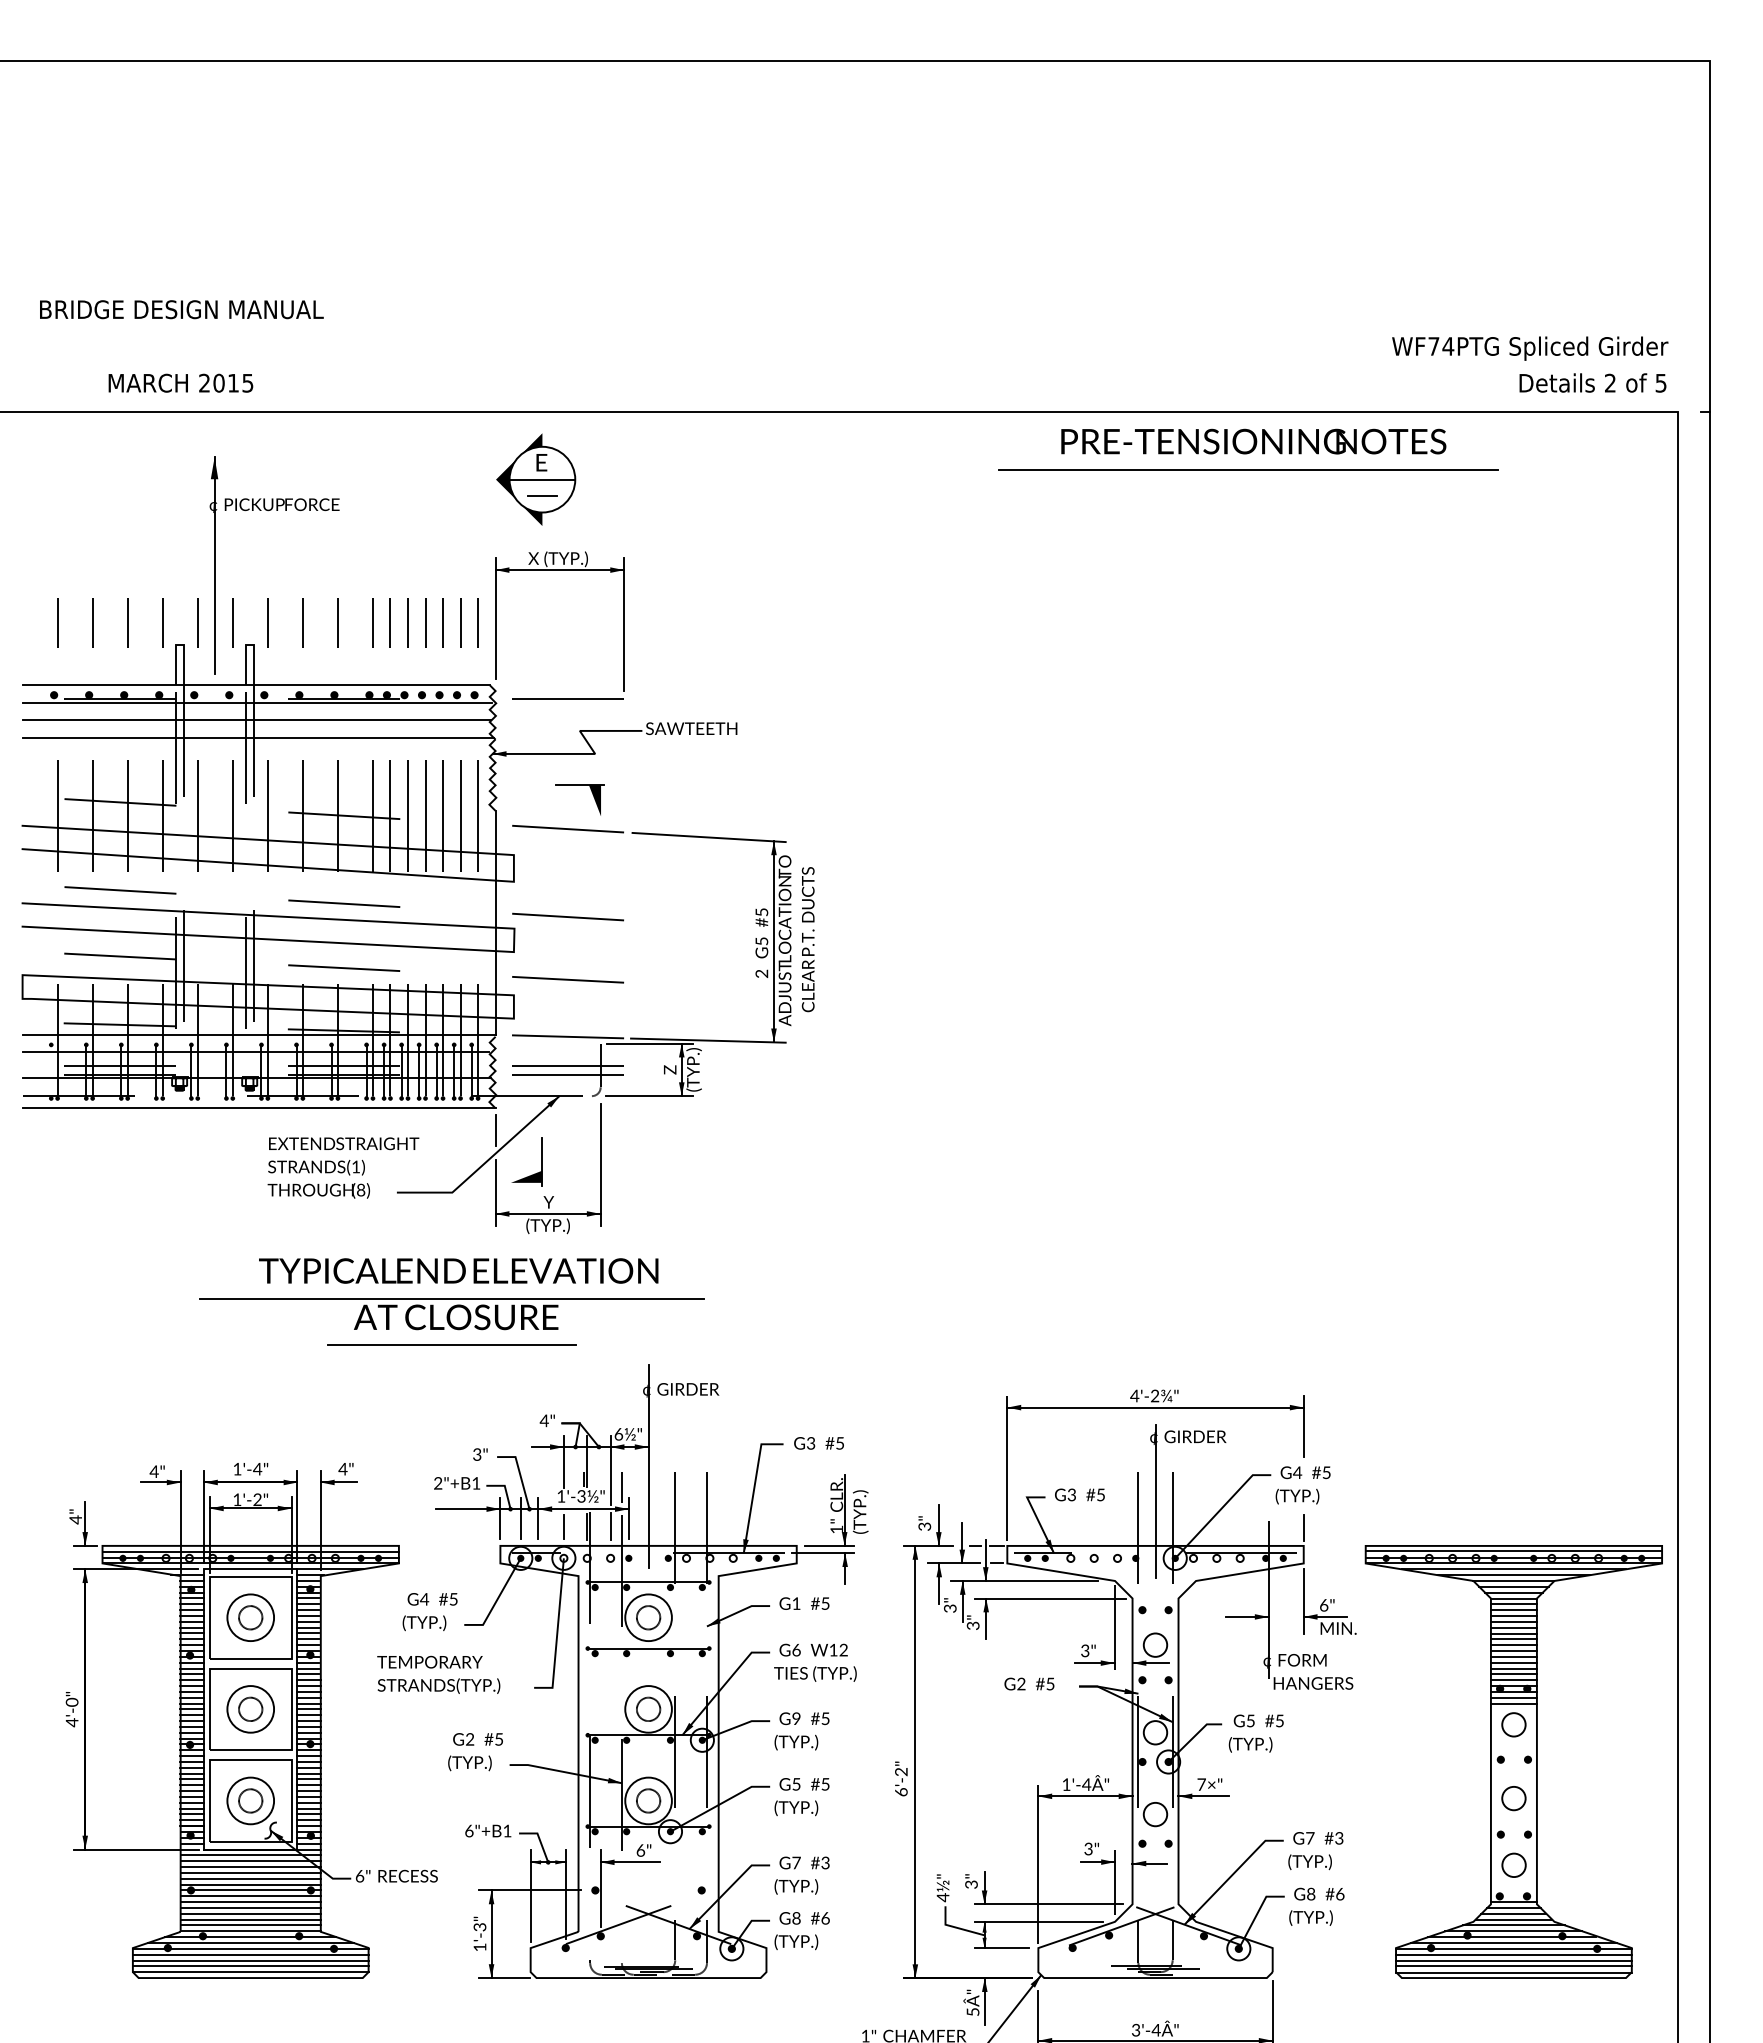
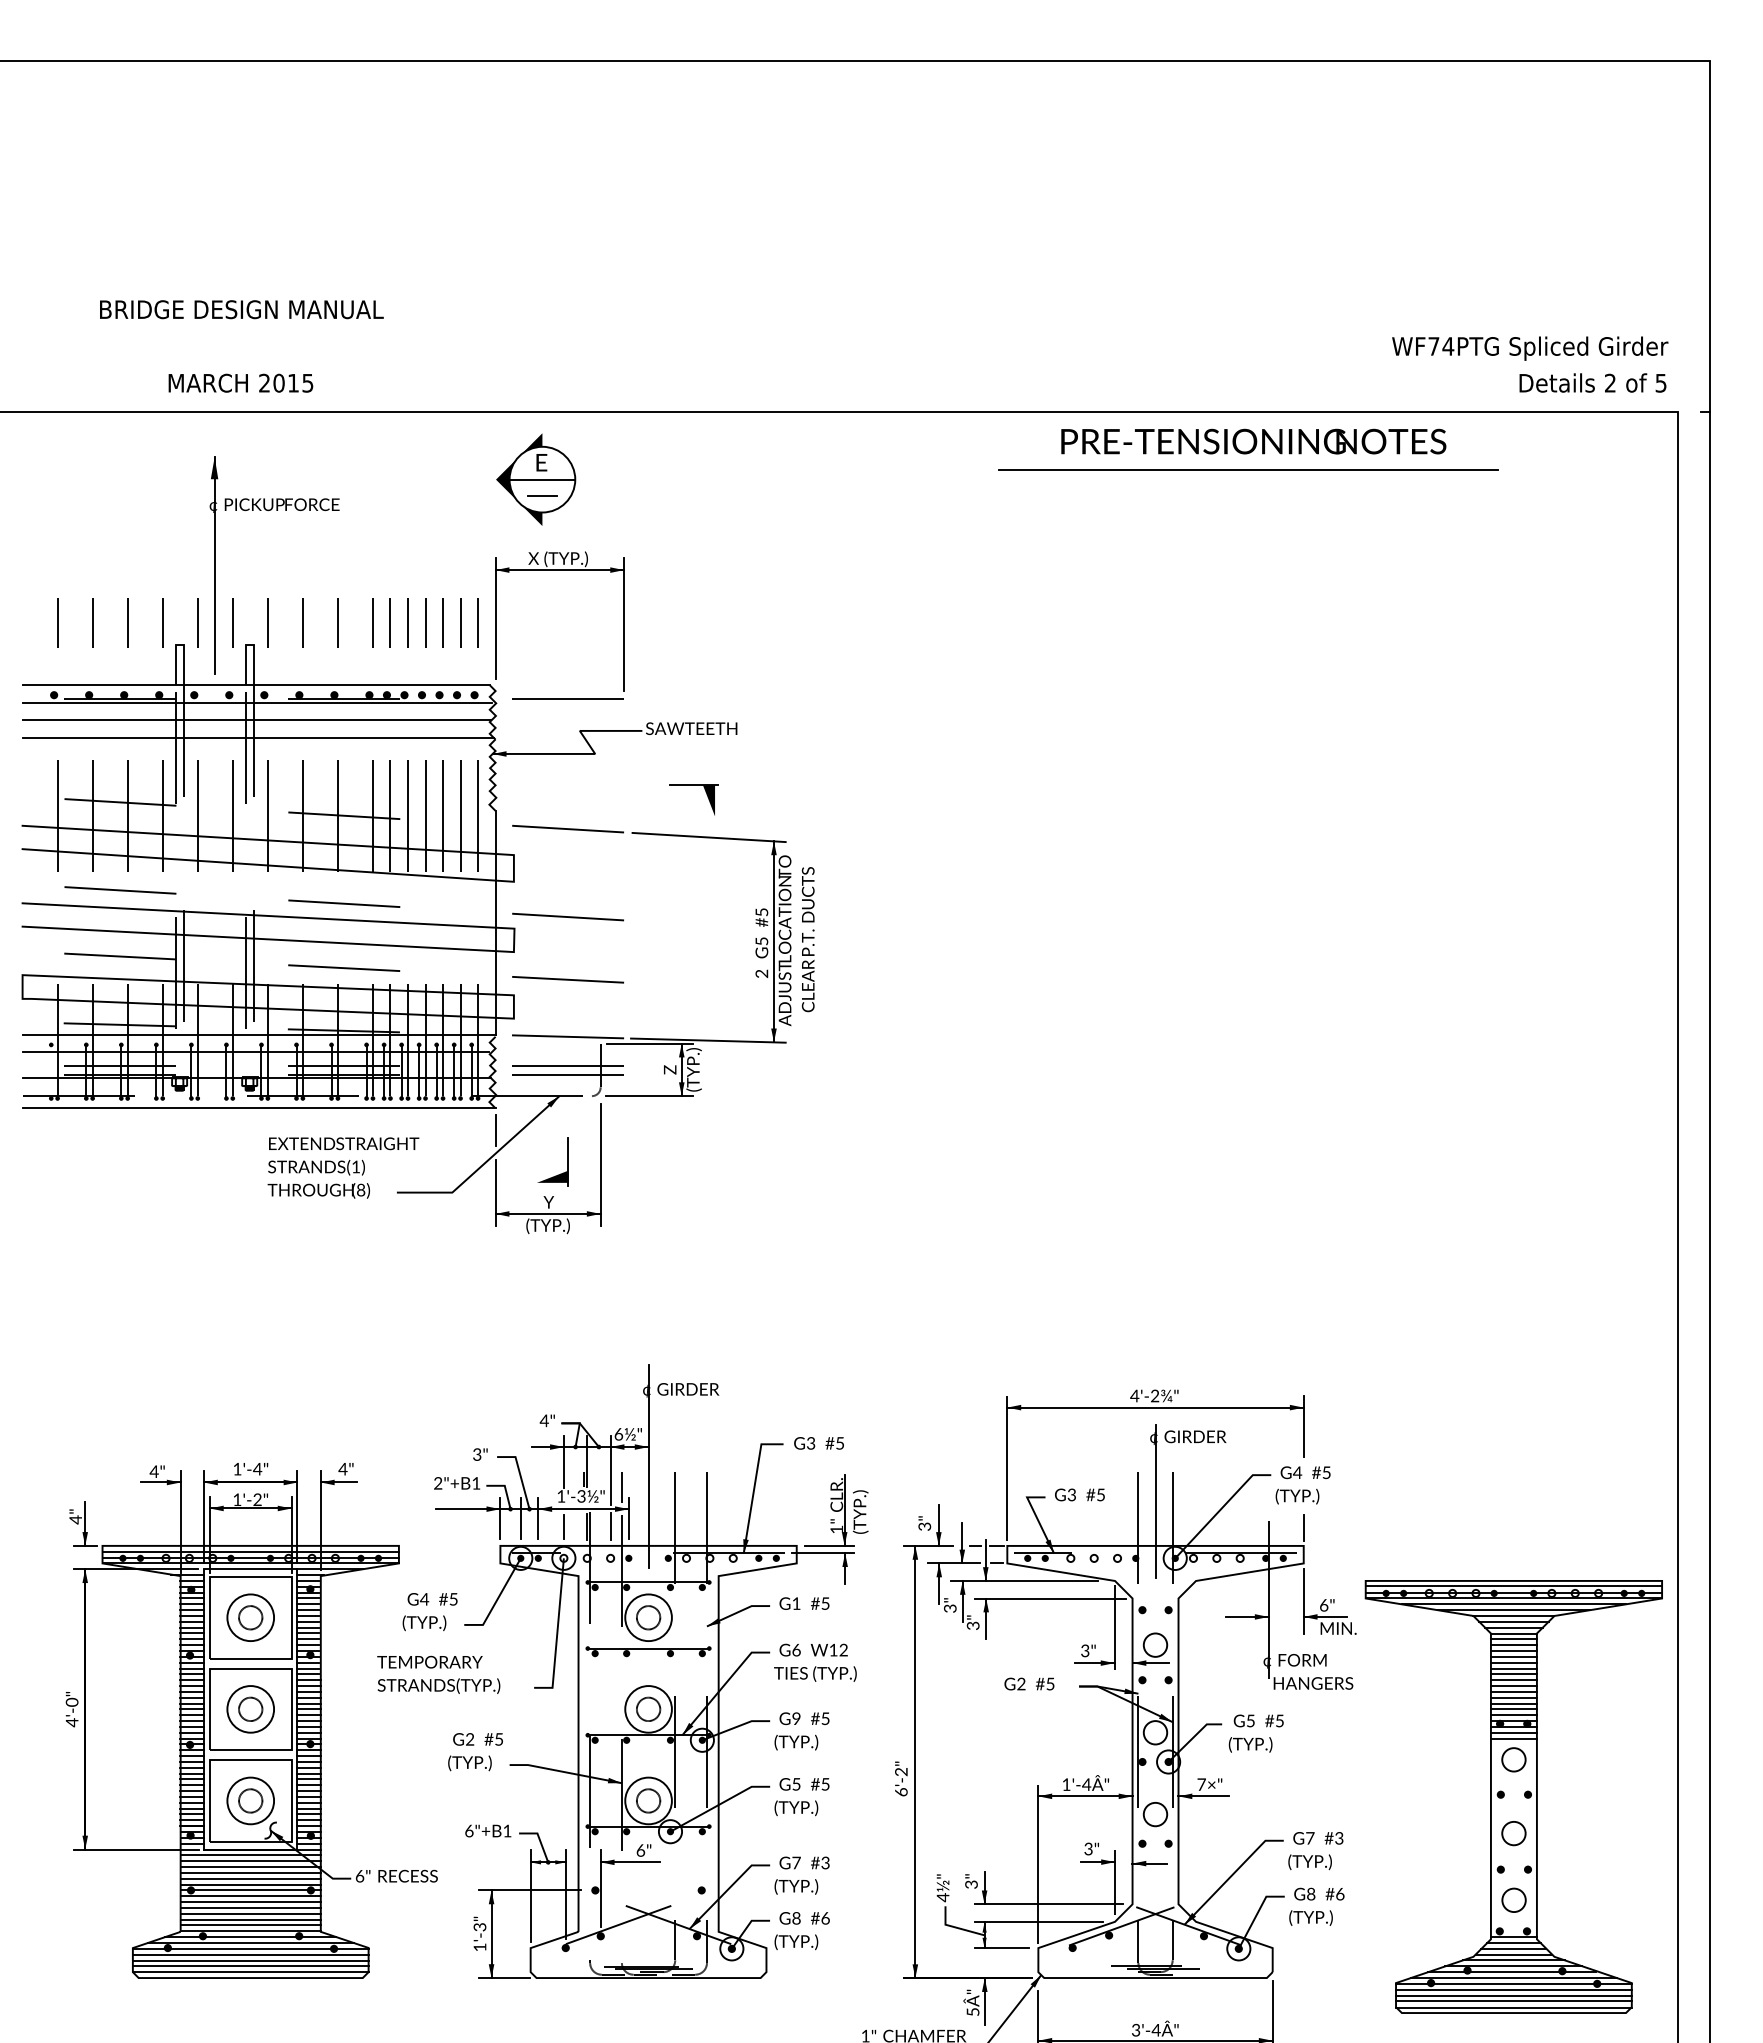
text at (181, 346) position: (181, 346) -> (241, 346)
part at (591, 792) position: (591, 792) -> (705, 792)
part at (531, 1174) position: (531, 1174) -> (557, 1174)
part at (451, 1301): present -> none
part at (1513, 1761) position: (1513, 1761) -> (1513, 1796)
